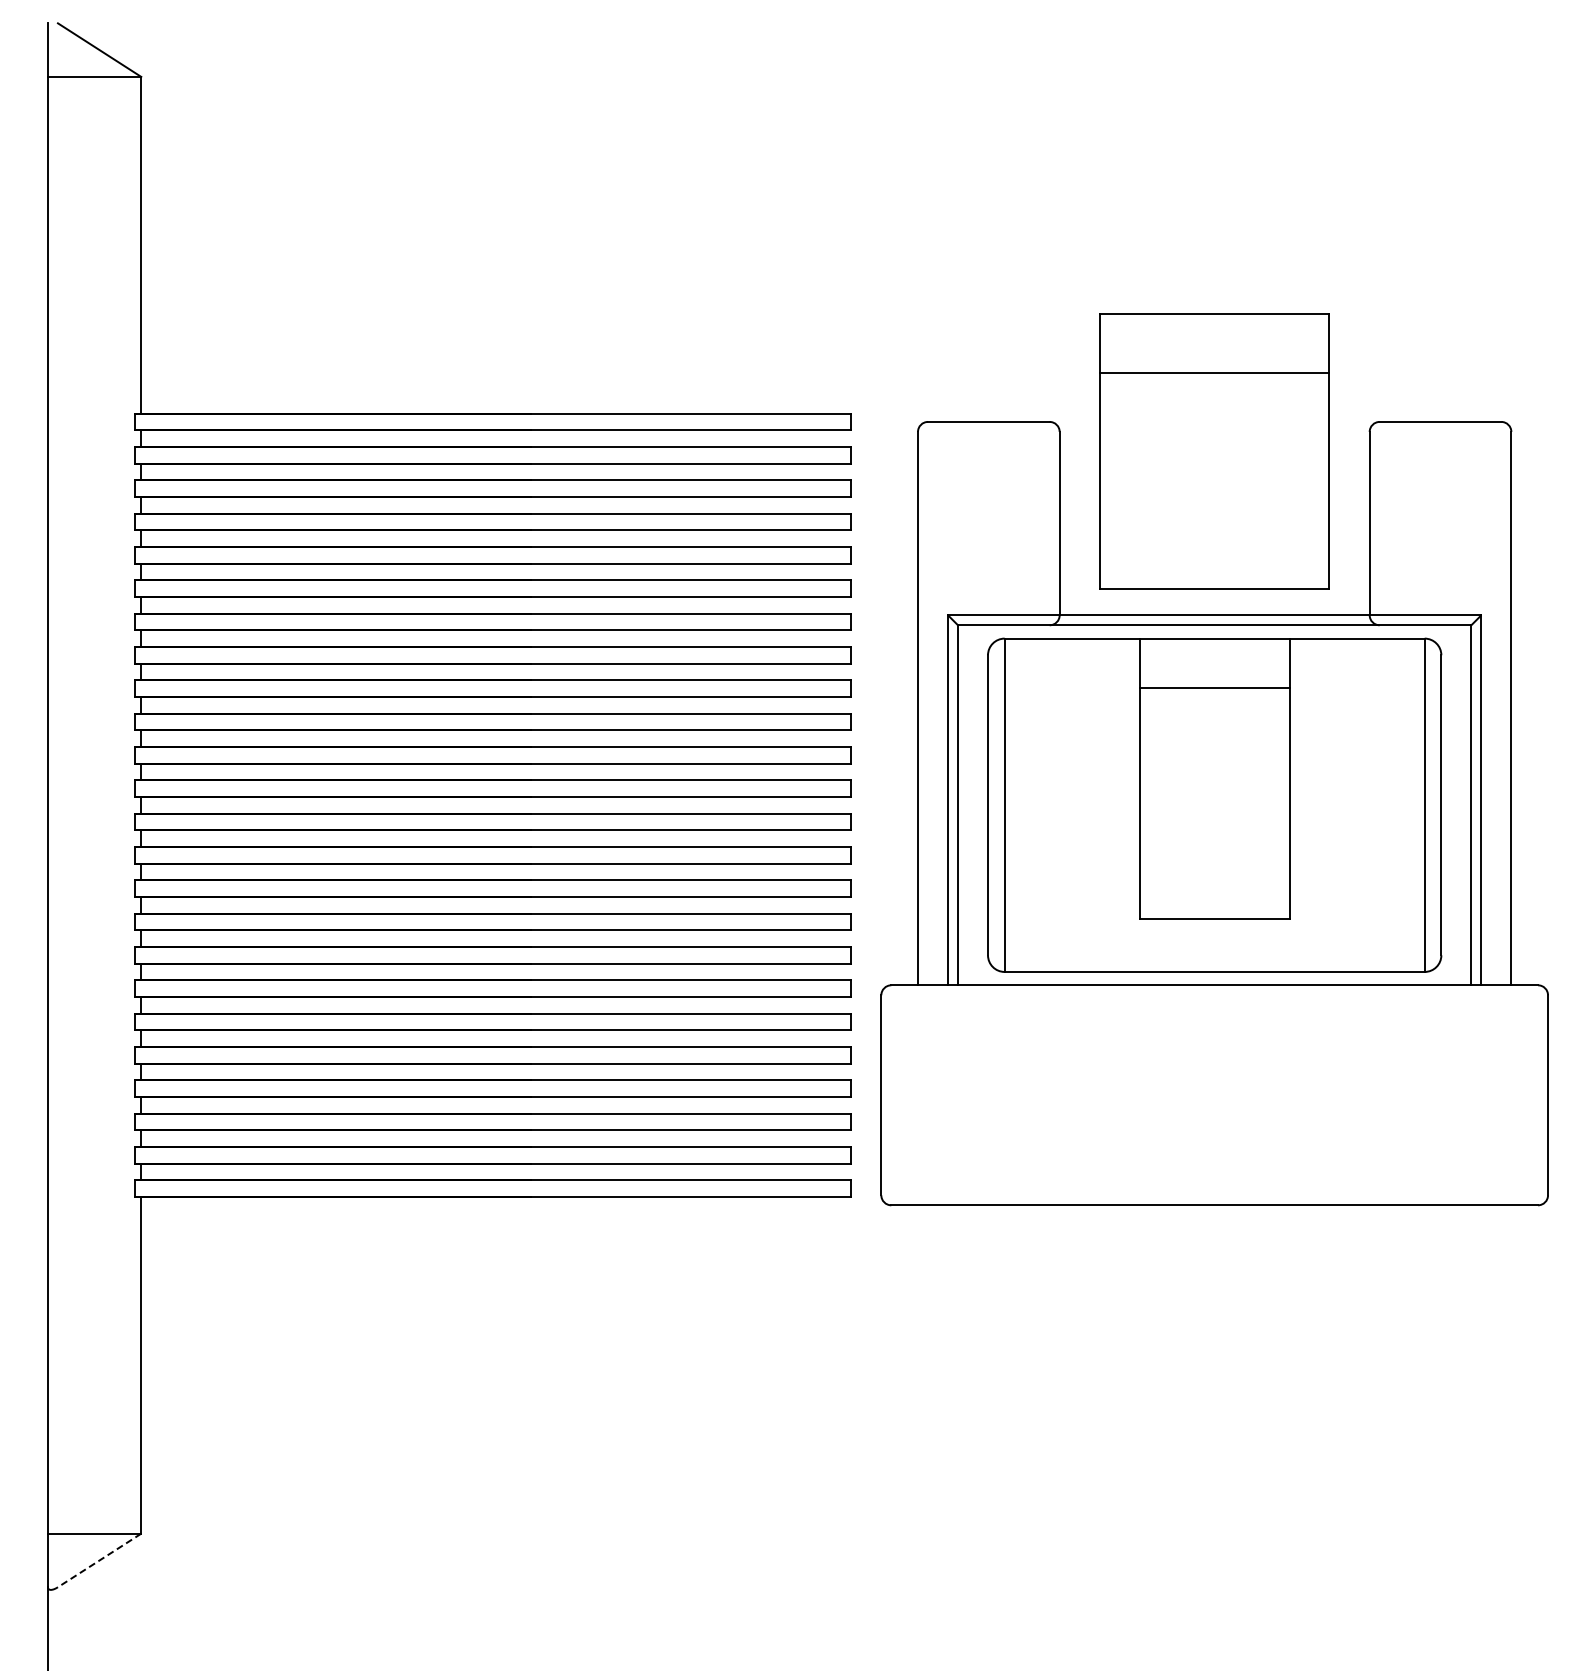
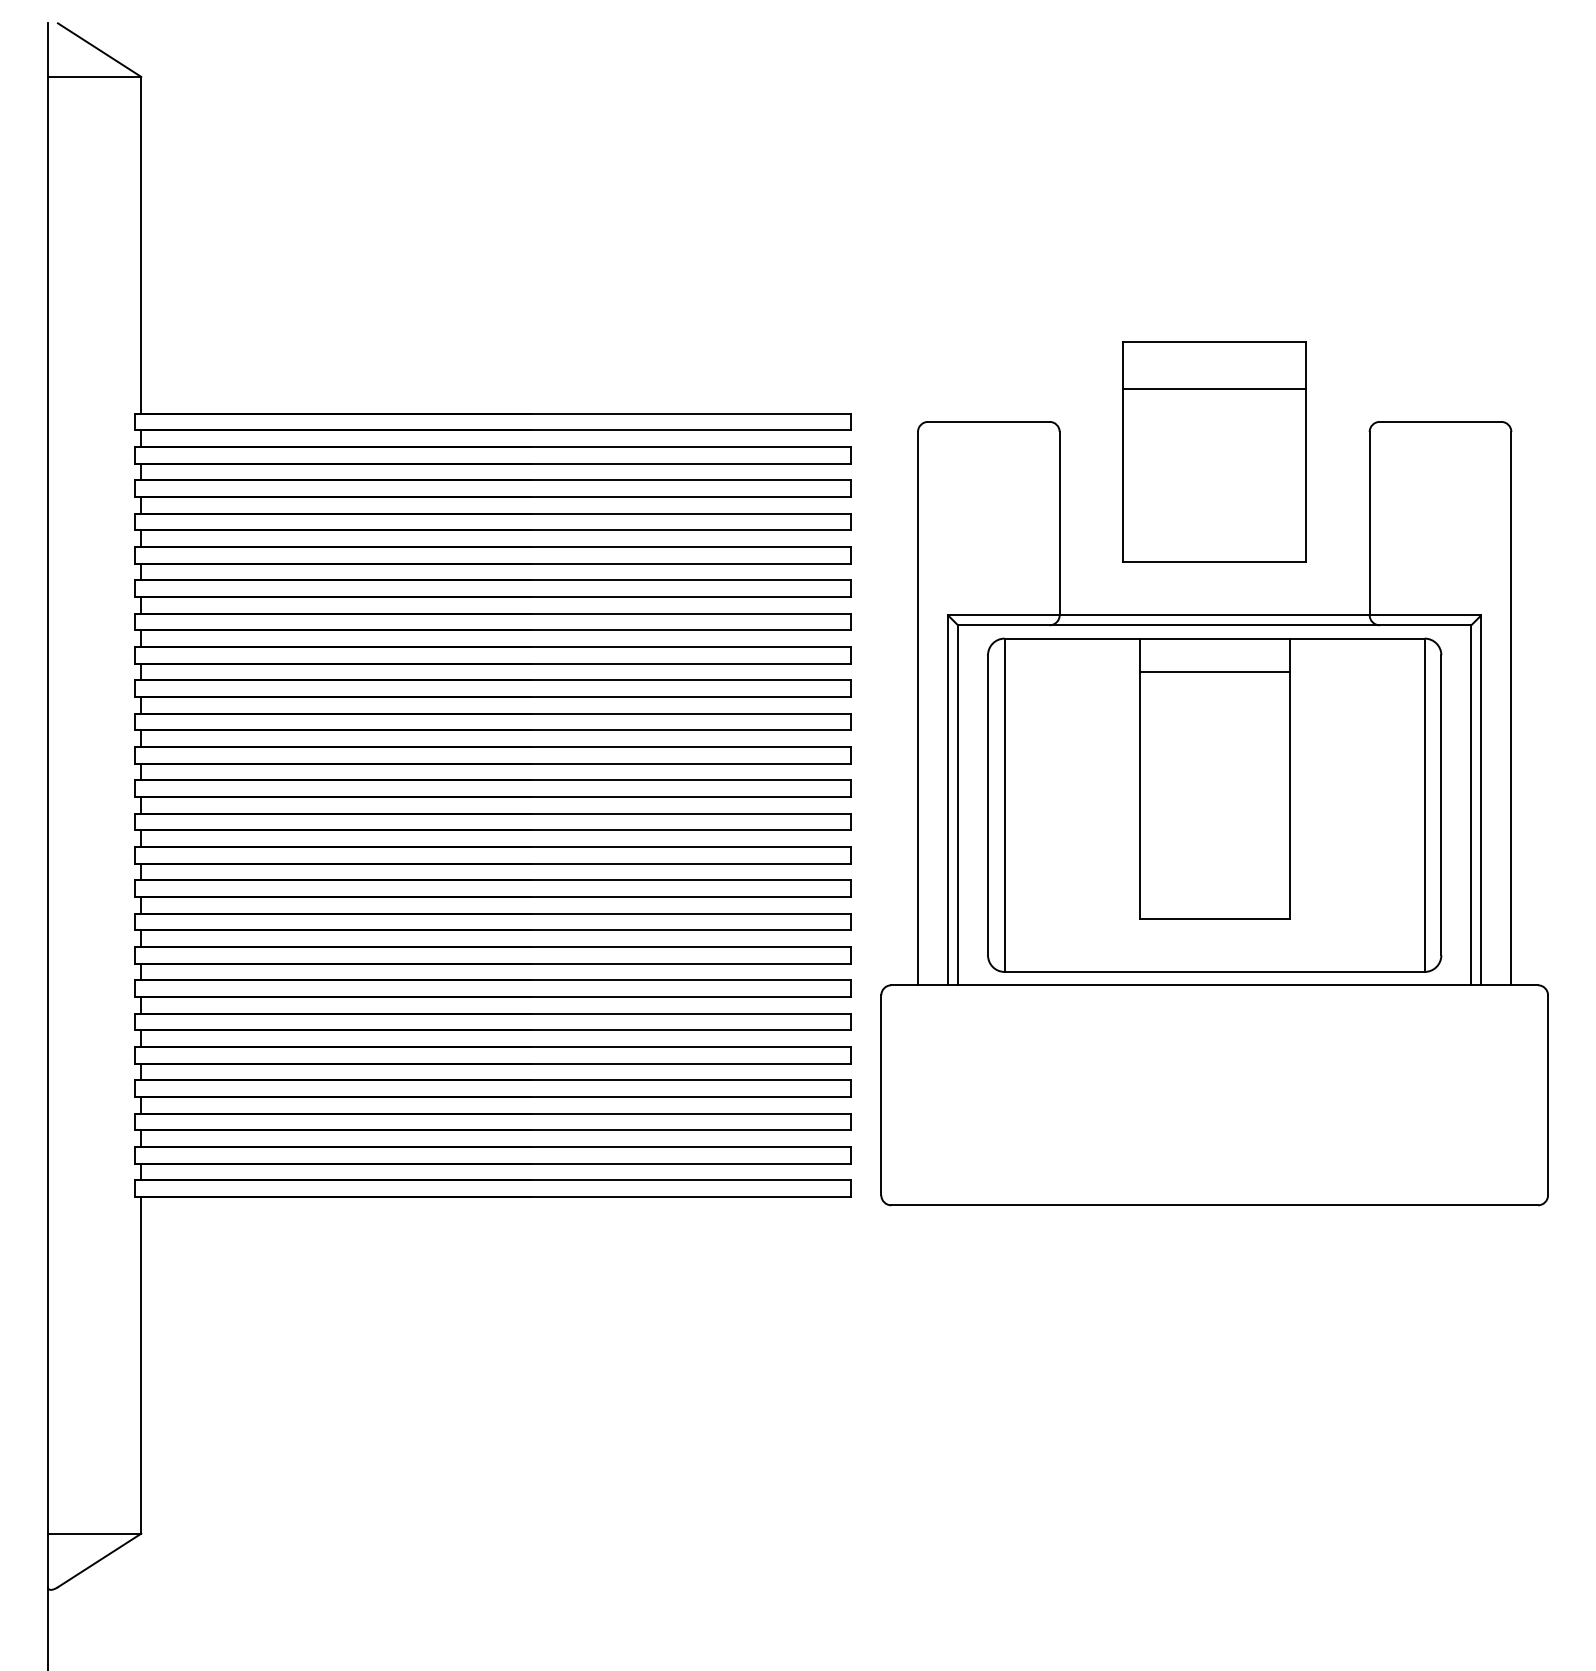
part at (1214, 451) size: 231x277 px -> 185x222 px
line at (1214, 687) position: (1214, 687) -> (1214, 671)
line at (99, 1560): dashed -> solid
